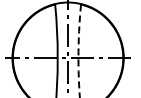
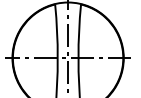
arc at (78, 51): dashed -> solid
